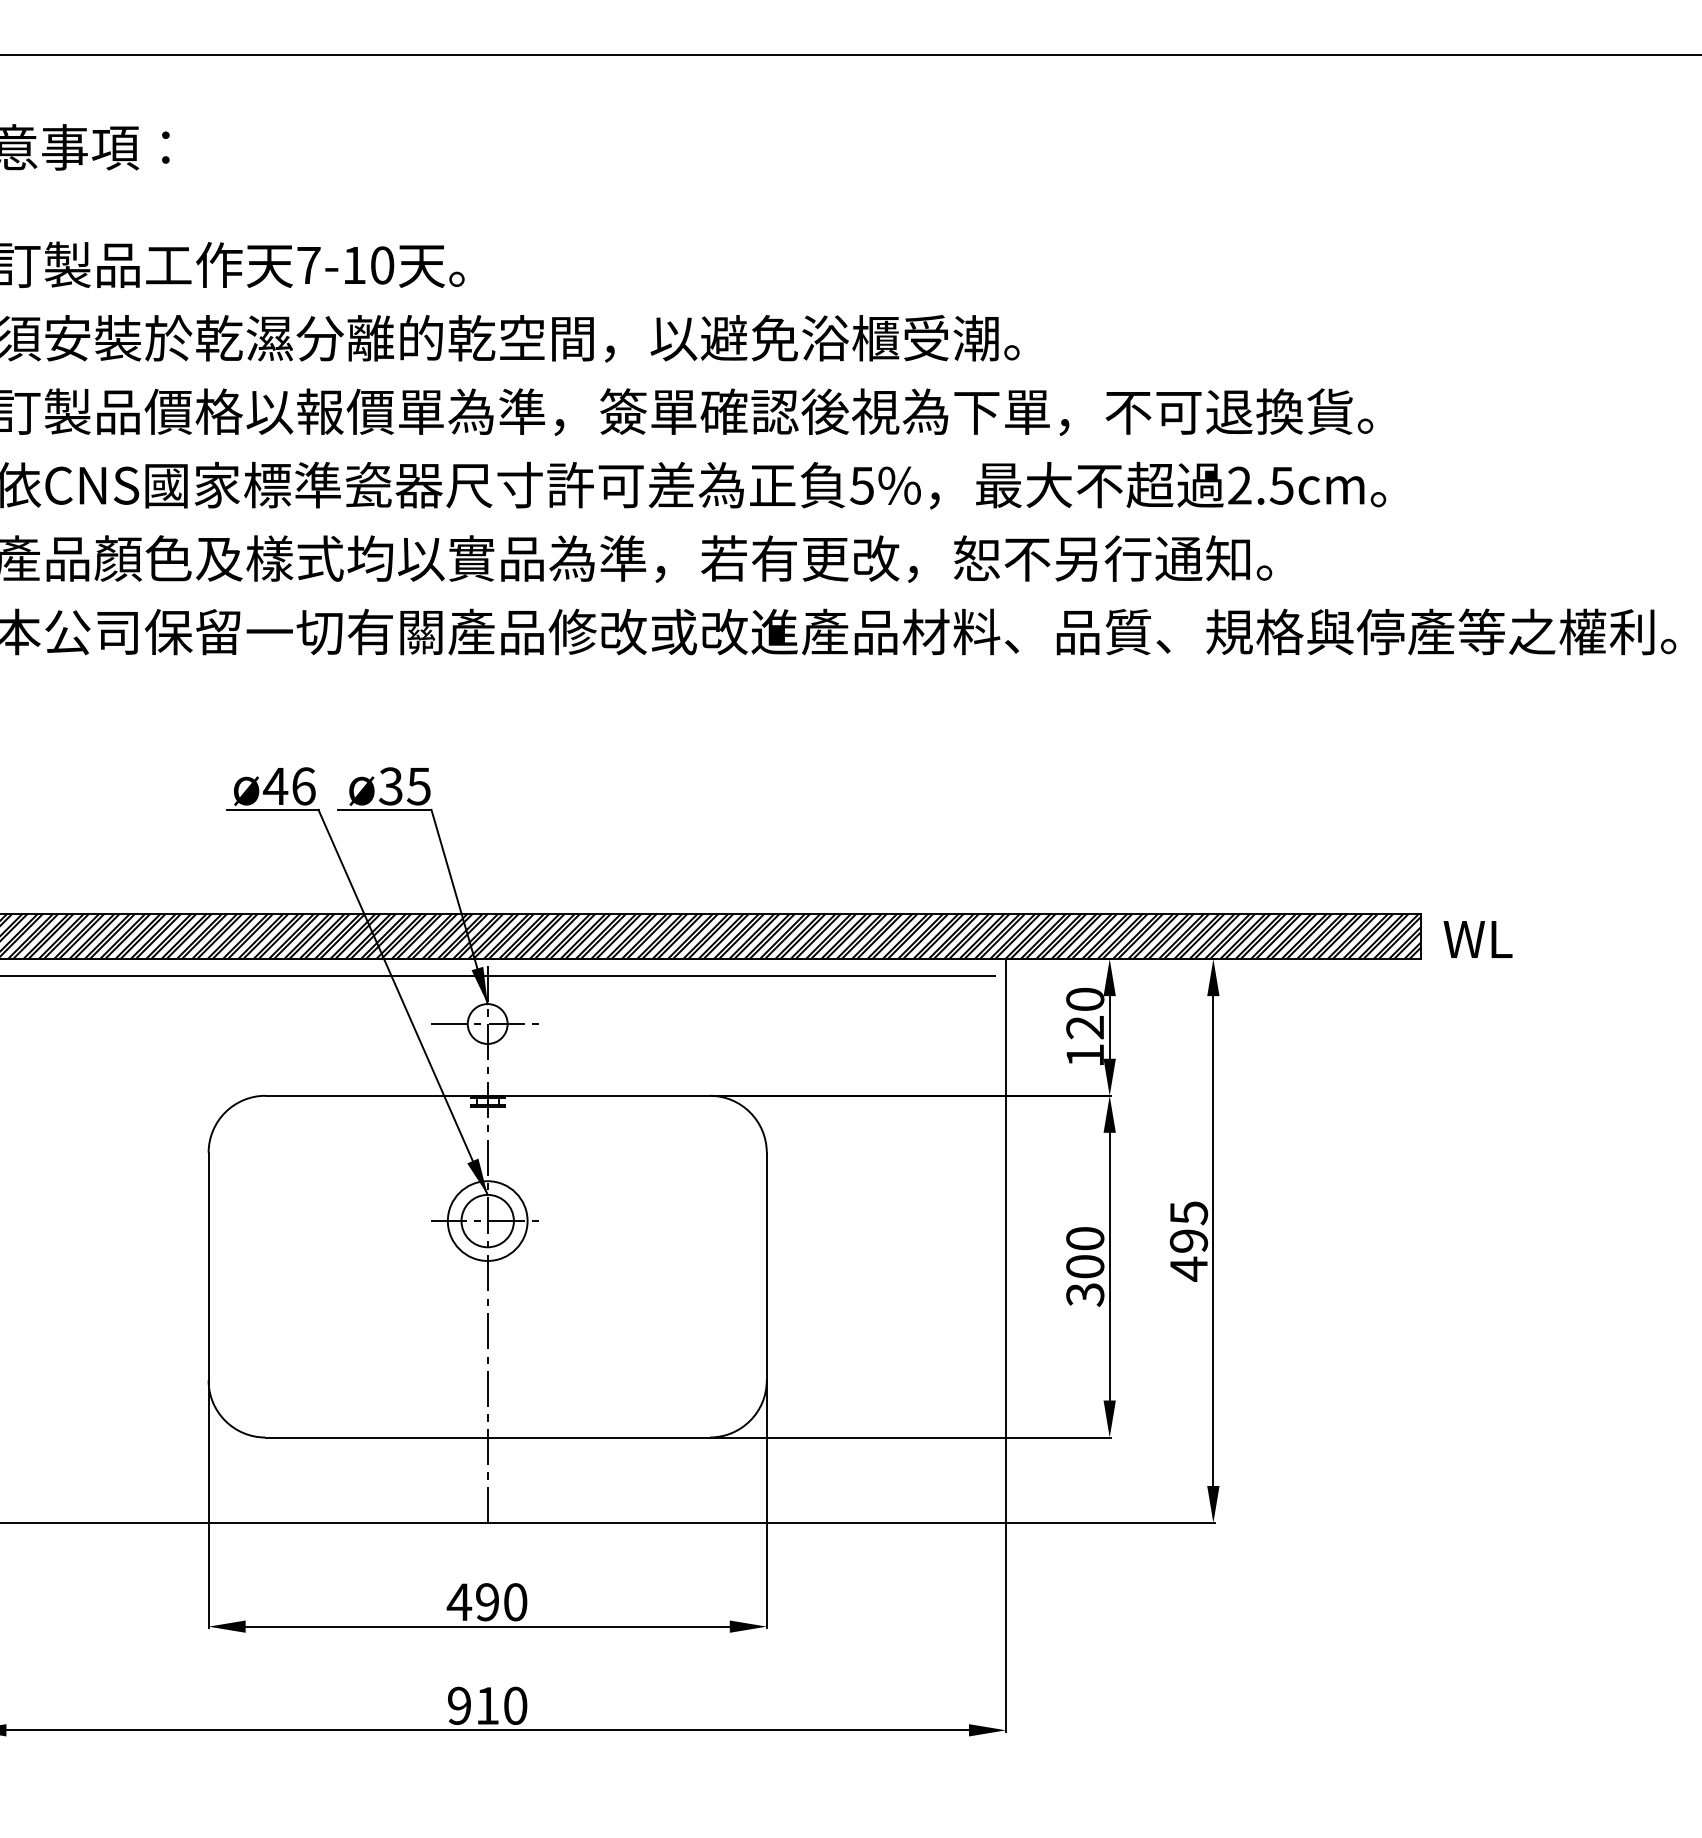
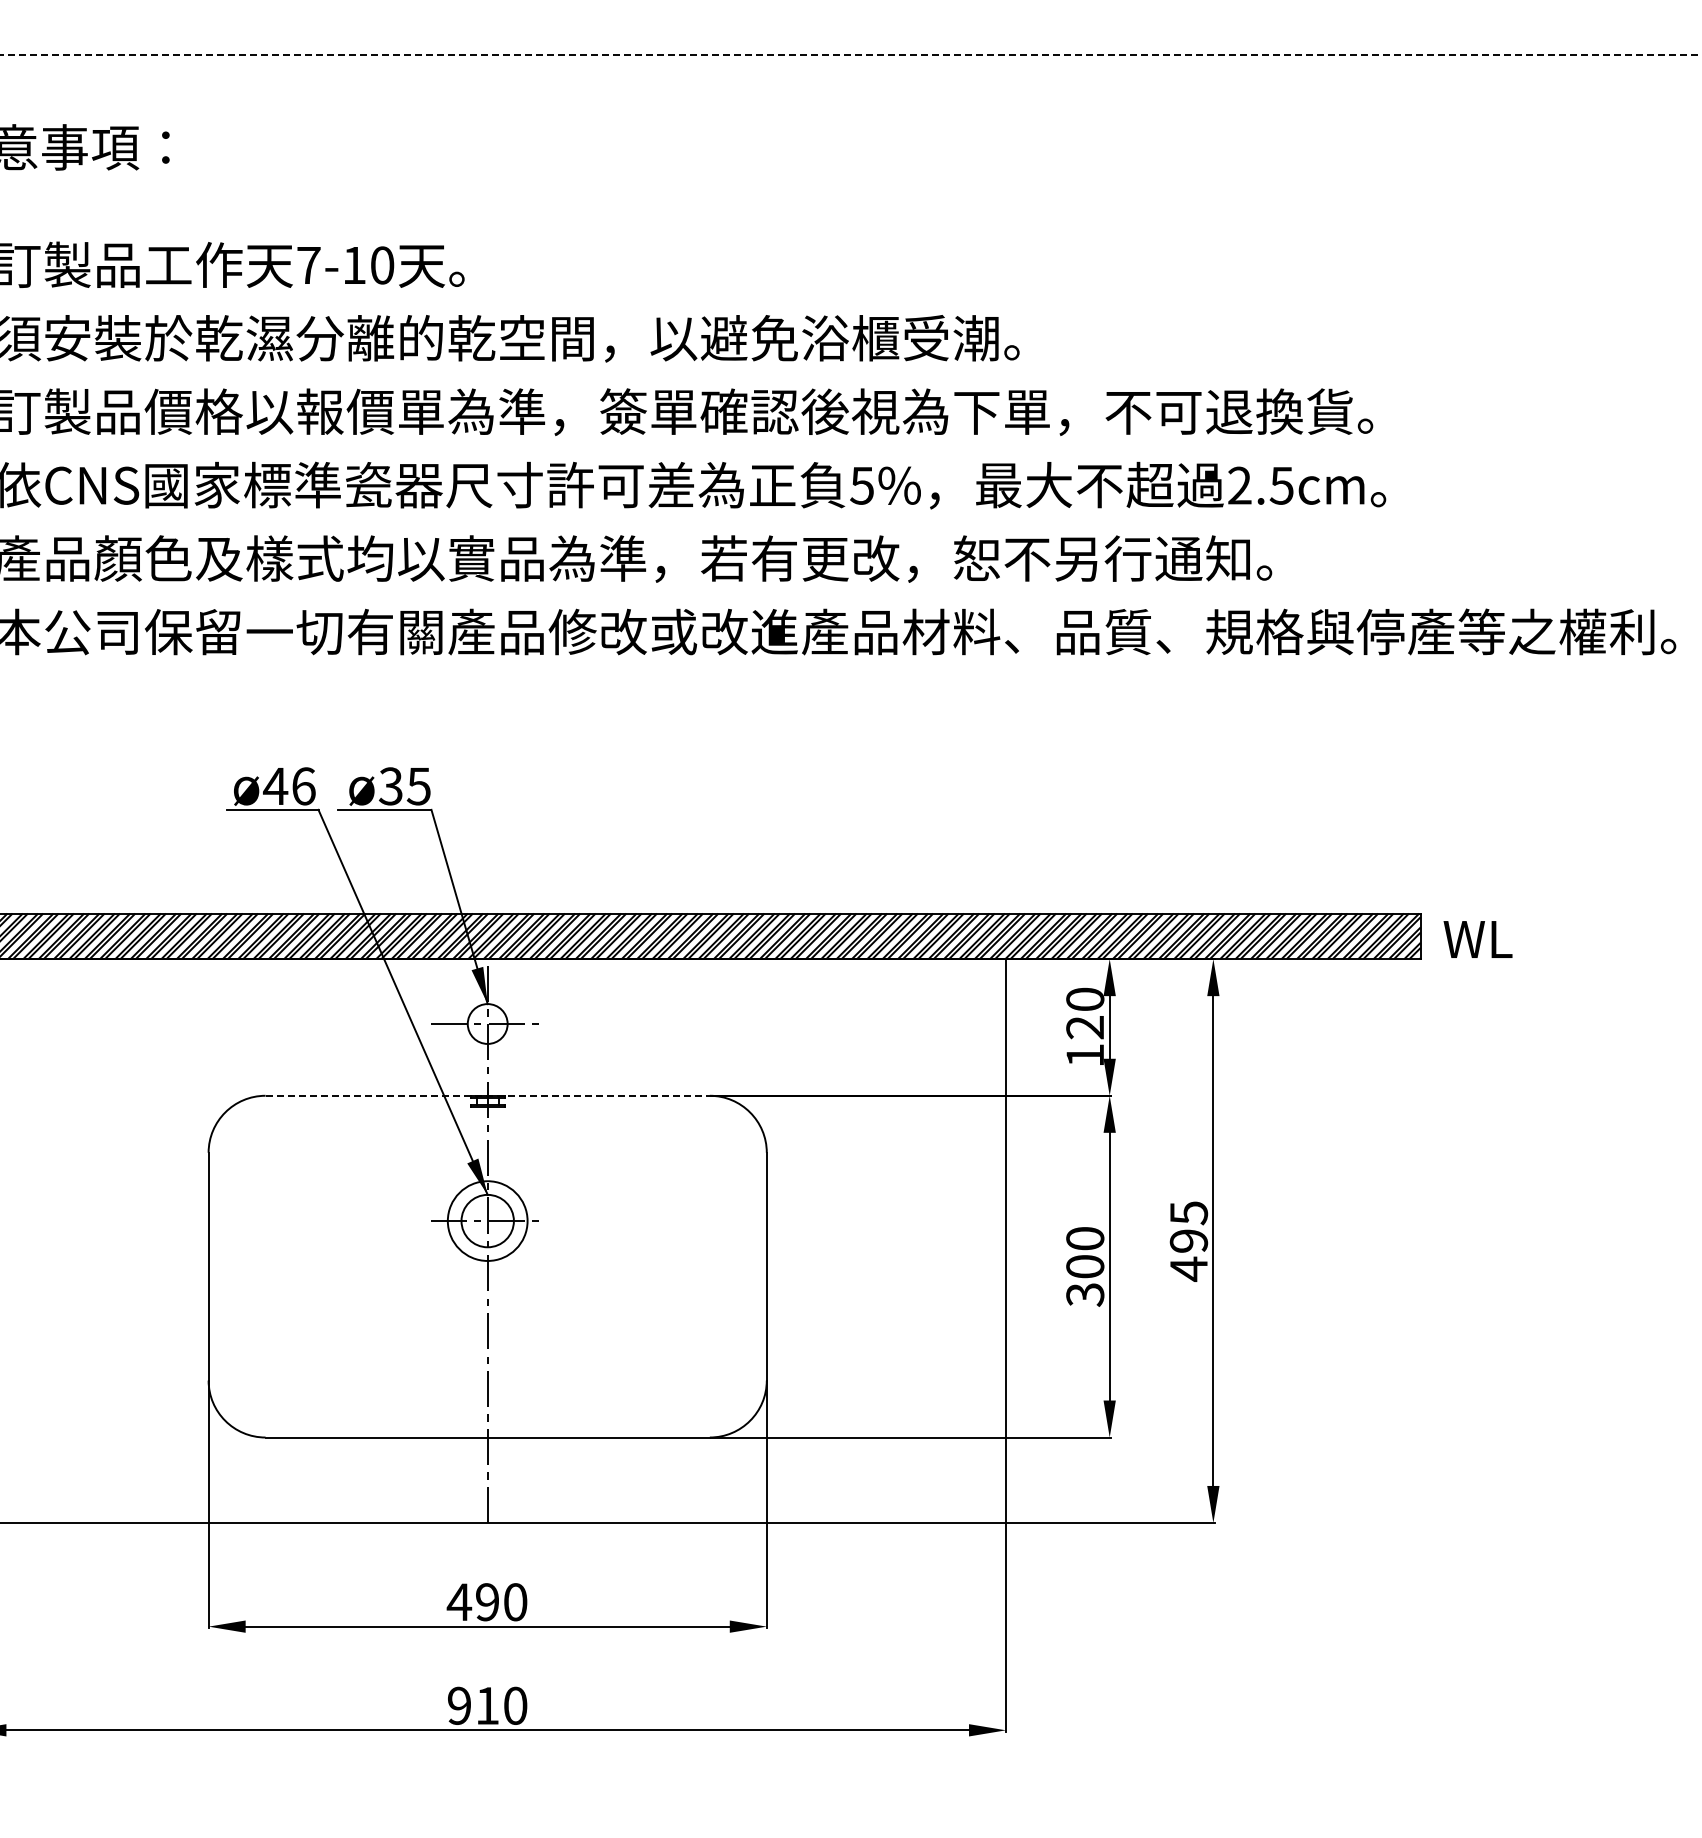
line at (851, 55): solid -> dashed
line at (498, 976): present -> none
line at (488, 1095): solid -> dashed
